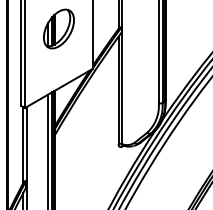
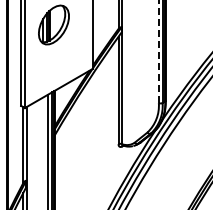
part at (58, 28) position: (58, 28) -> (53, 24)
line at (158, 51): solid -> dashed
